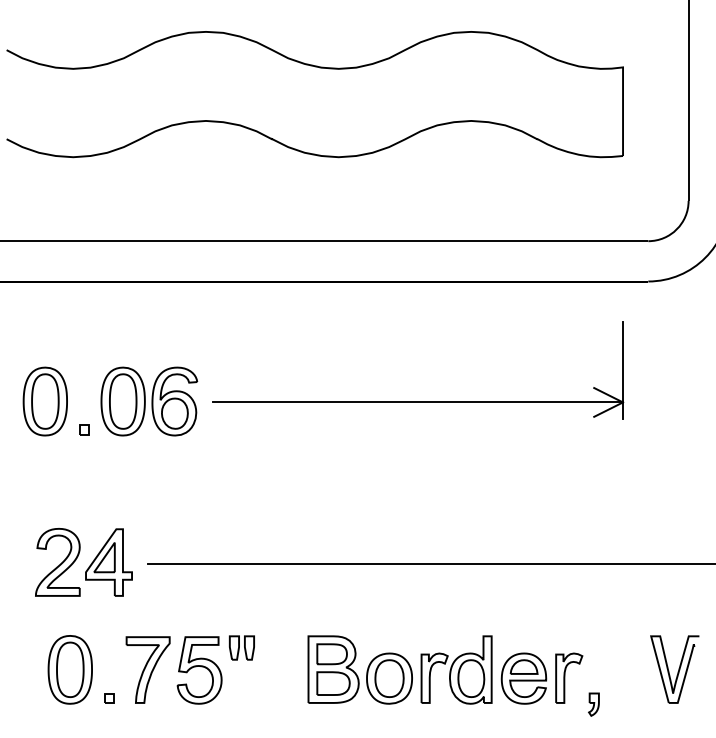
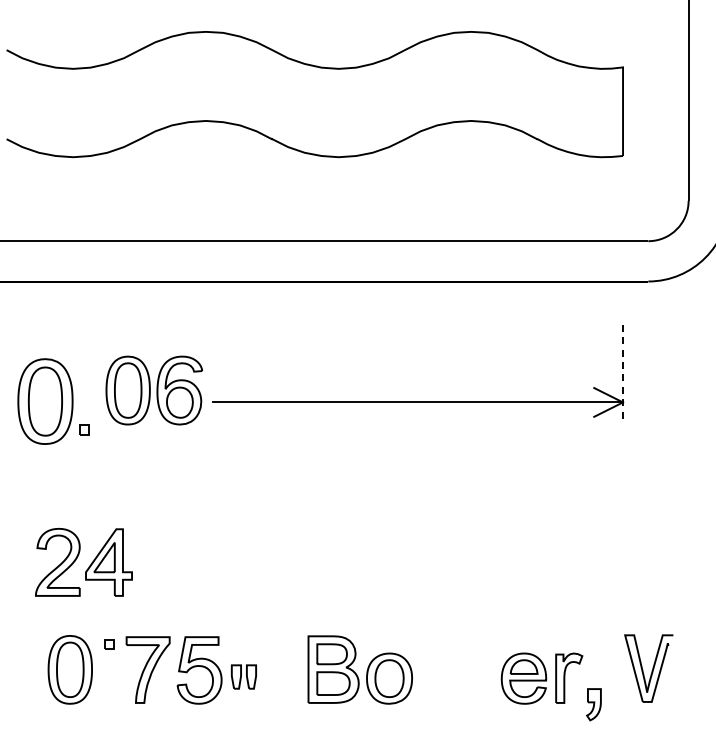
line at (623, 369): solid -> dashed
part at (44, 401) size: 46x71 px -> 57x87 px
part at (149, 401) position: (149, 401) -> (154, 390)
line at (430, 563): present -> none
part at (241, 647) position: (241, 647) -> (243, 676)
part at (456, 669): present -> none
part at (674, 669) position: (674, 669) -> (648, 668)
part at (109, 698) position: (109, 698) -> (109, 644)
part at (593, 704) size: 12x25 px -> 16x34 px
